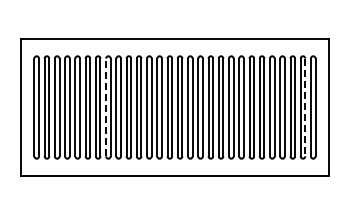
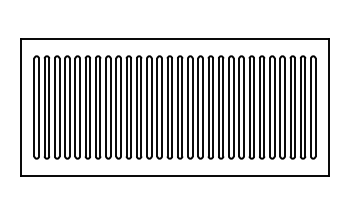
line at (106, 107): dashed -> solid
line at (305, 107): dashed -> solid
